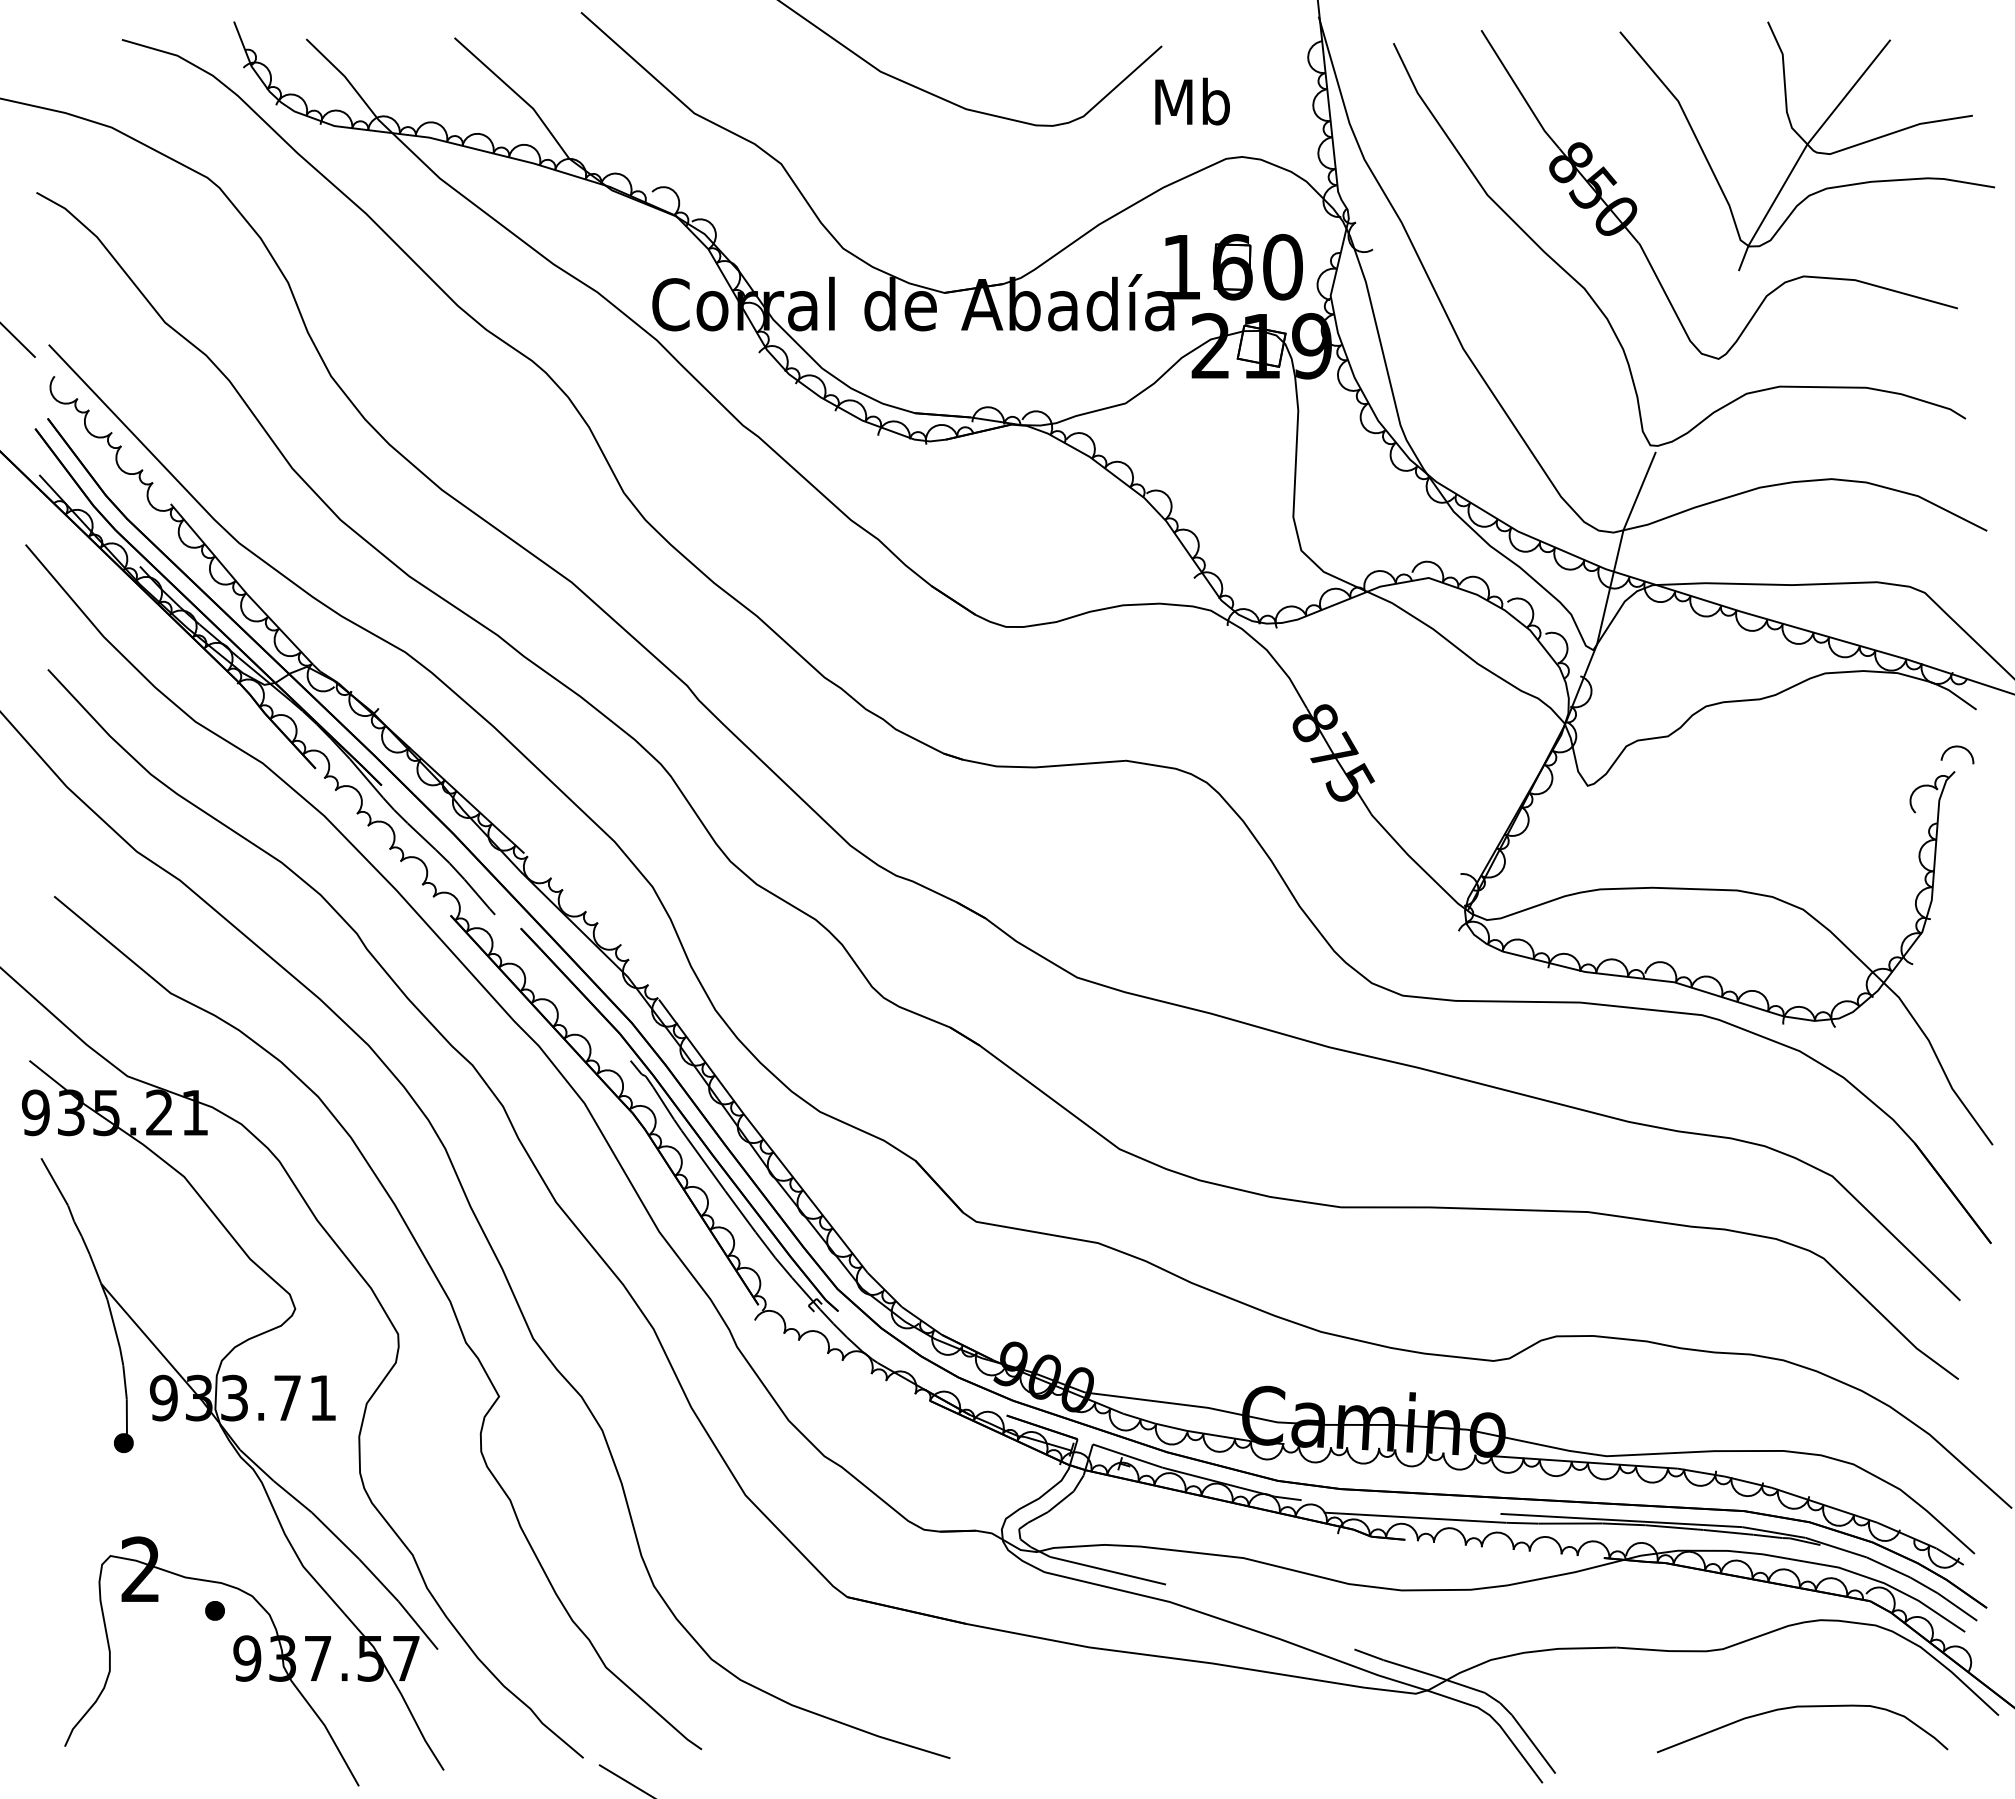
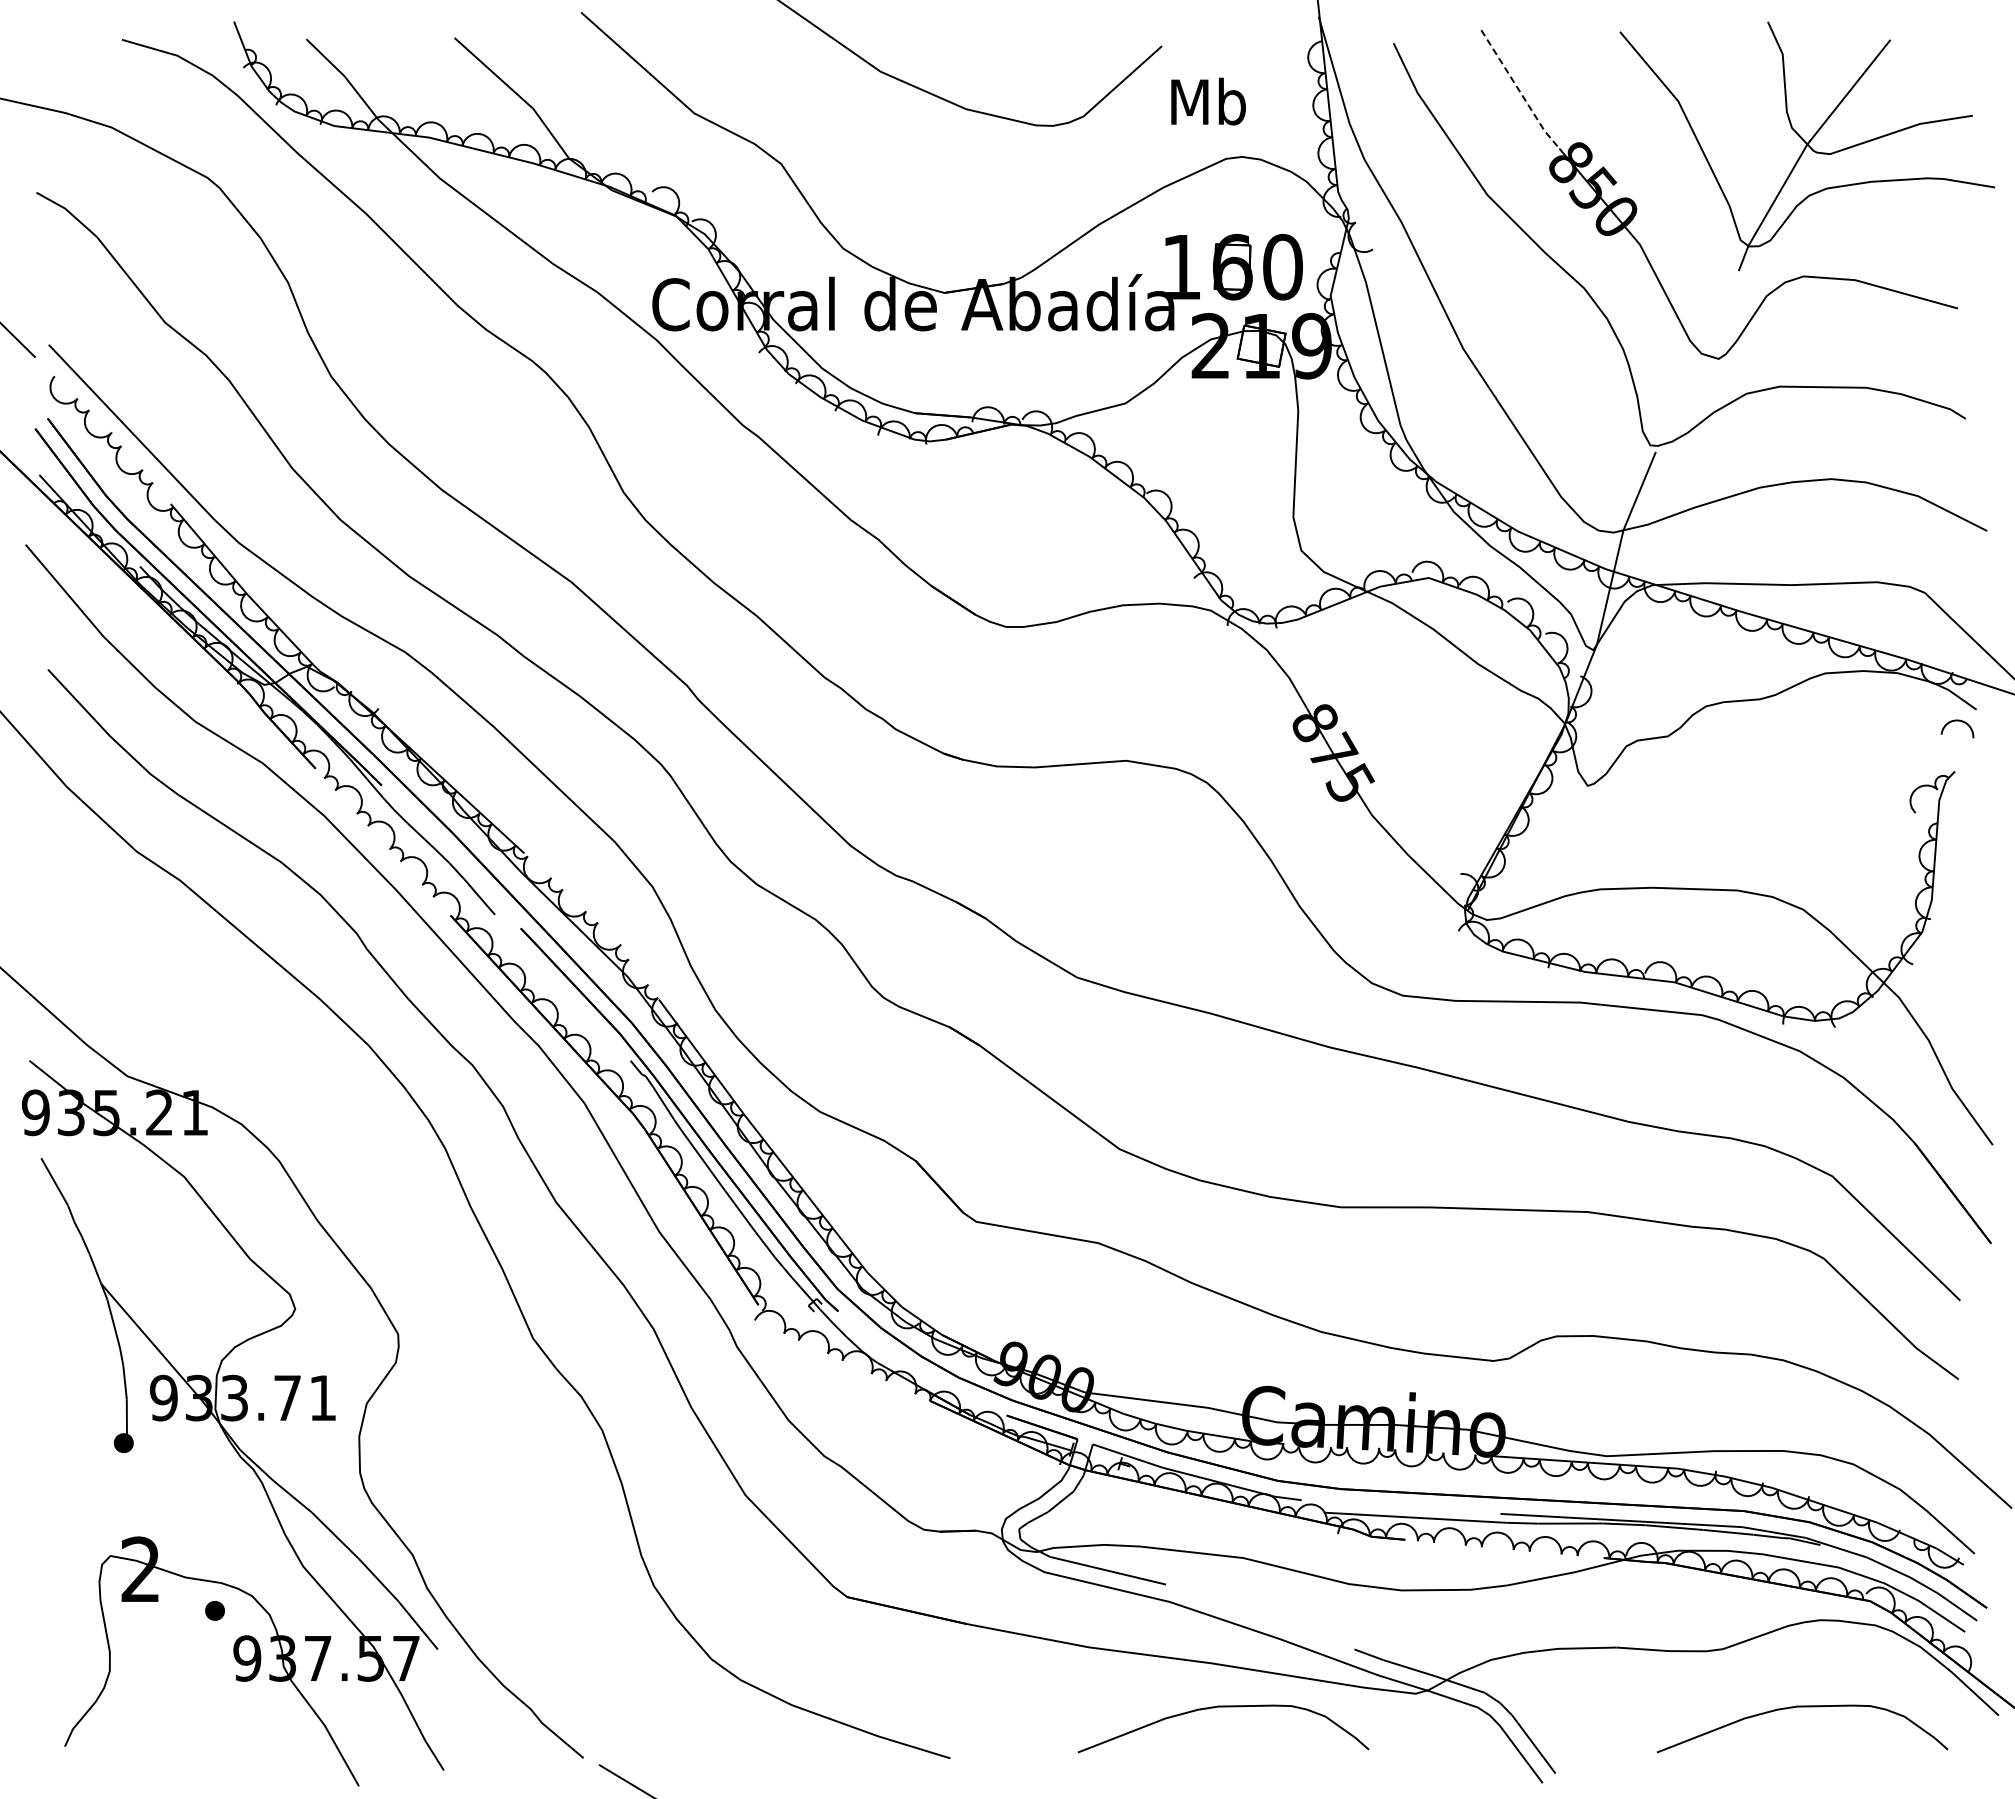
line at (1519, 91): solid -> dashed
text at (1192, 101) position: (1192, 101) -> (1208, 101)
arc at (1957, 747) position: (1957, 747) -> (1957, 721)
curve at (442, 1290): present -> none
curve at (1223, 1707): none -> present
